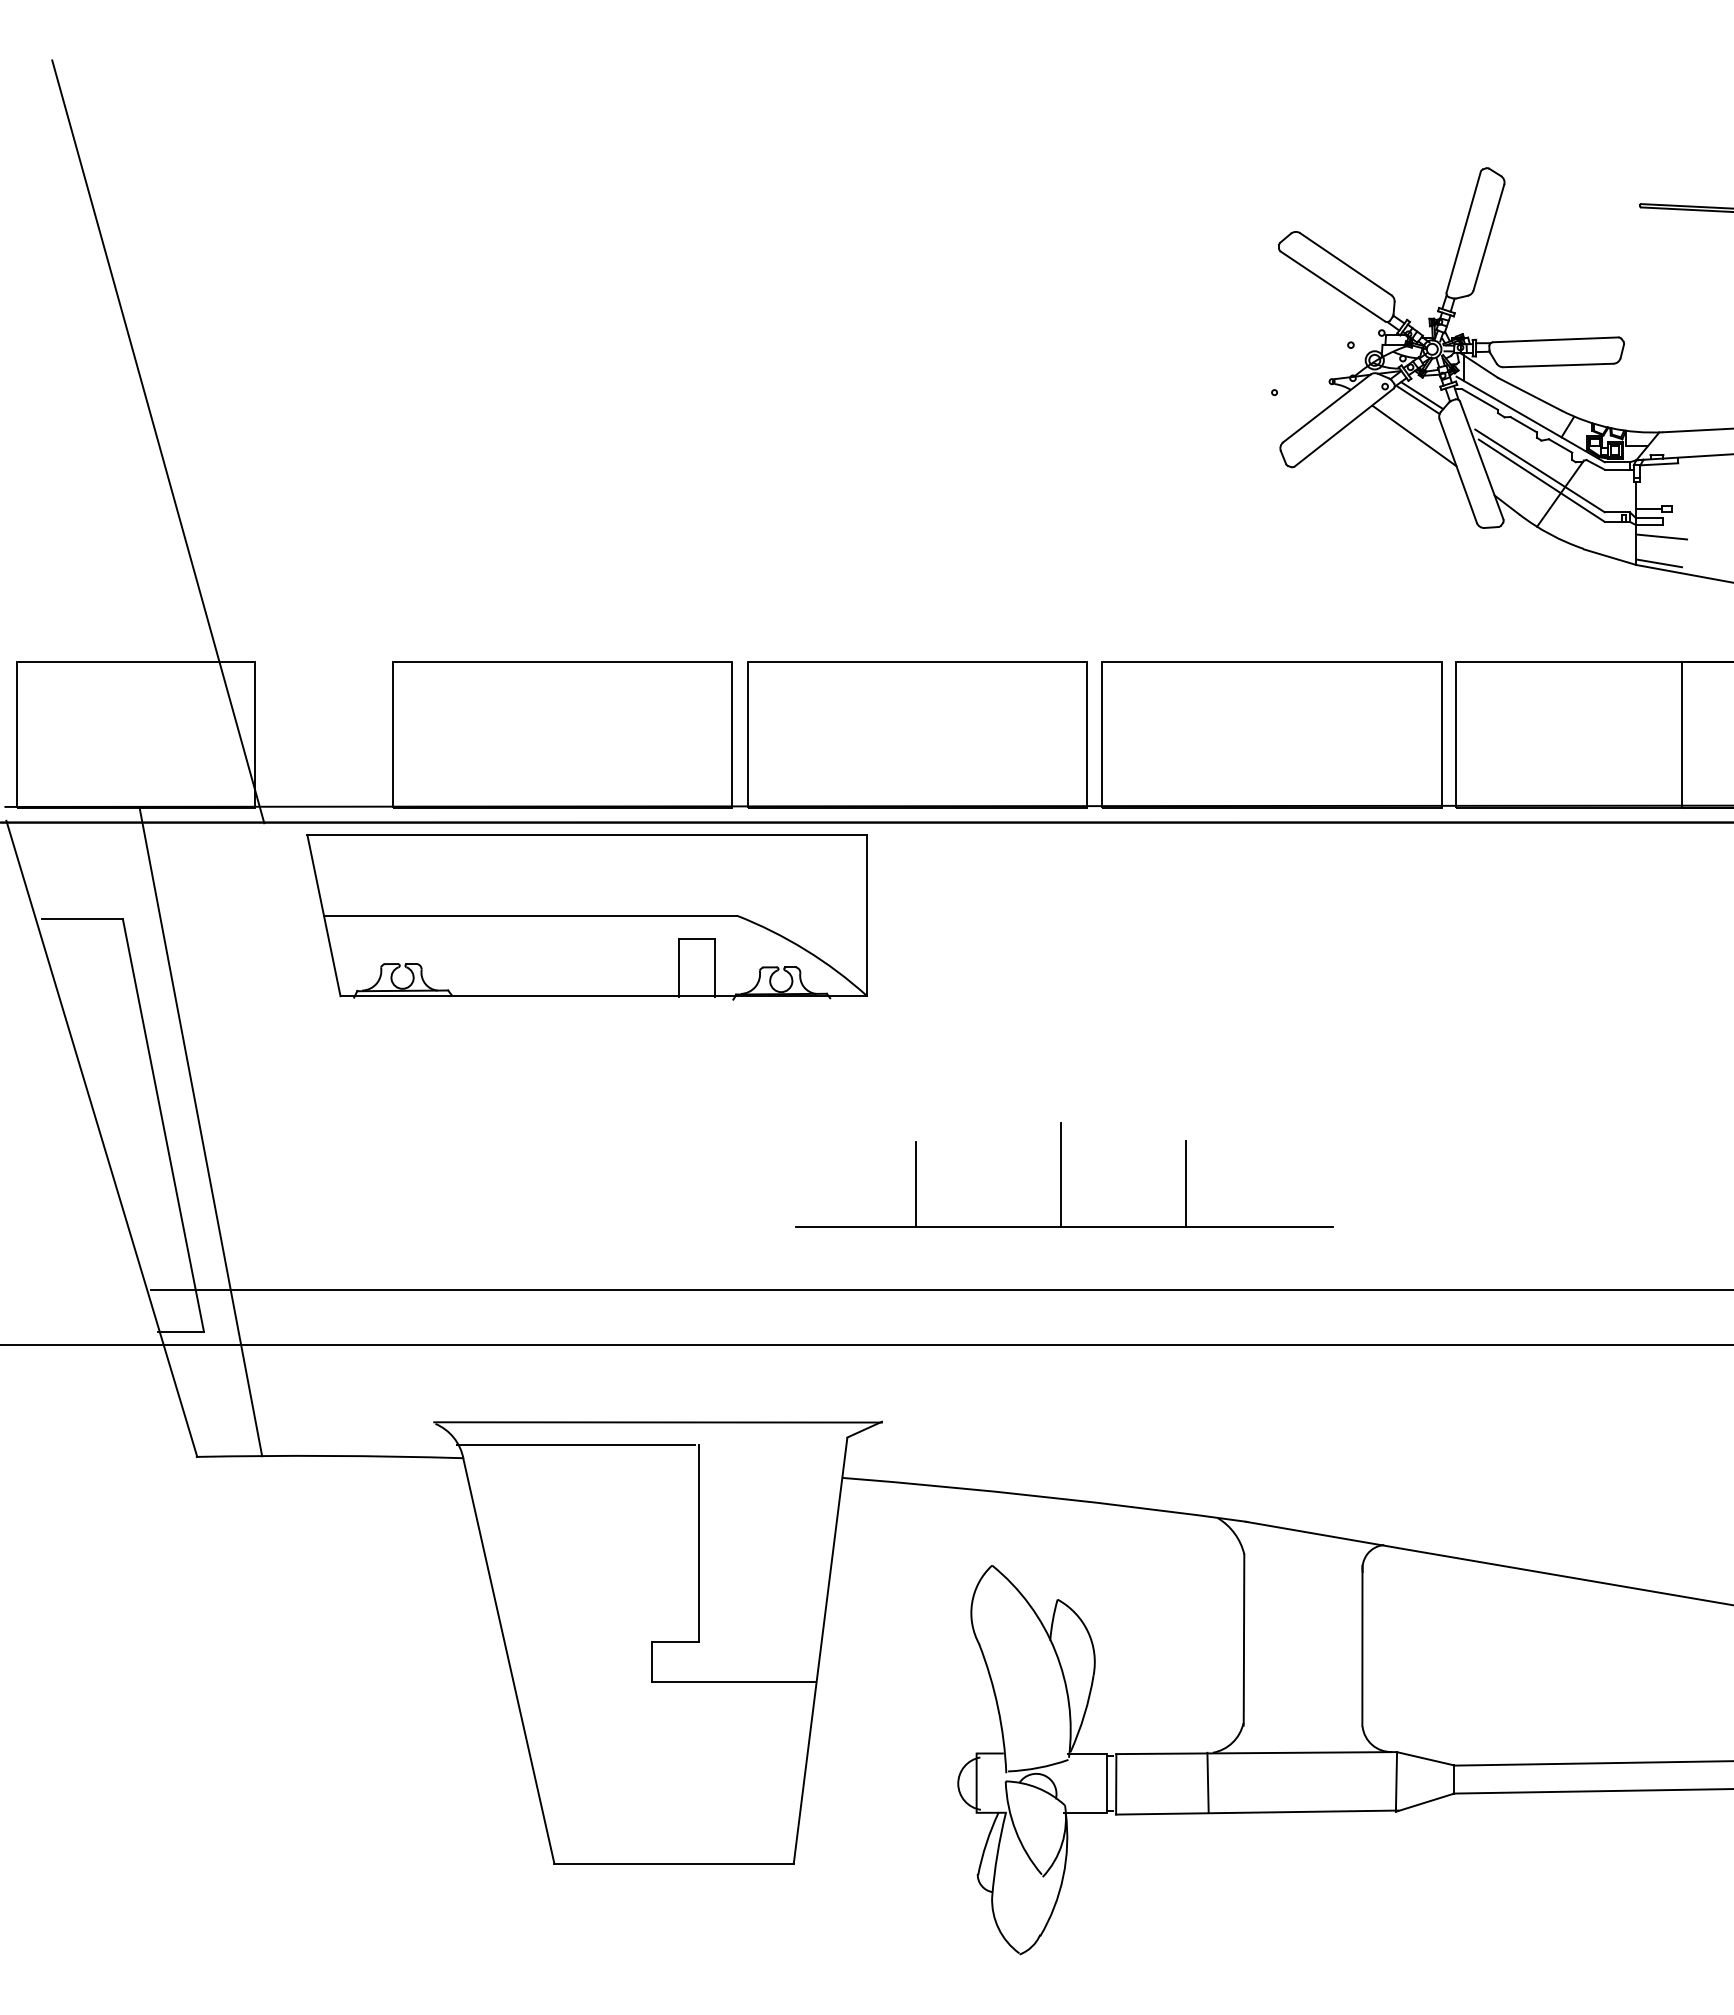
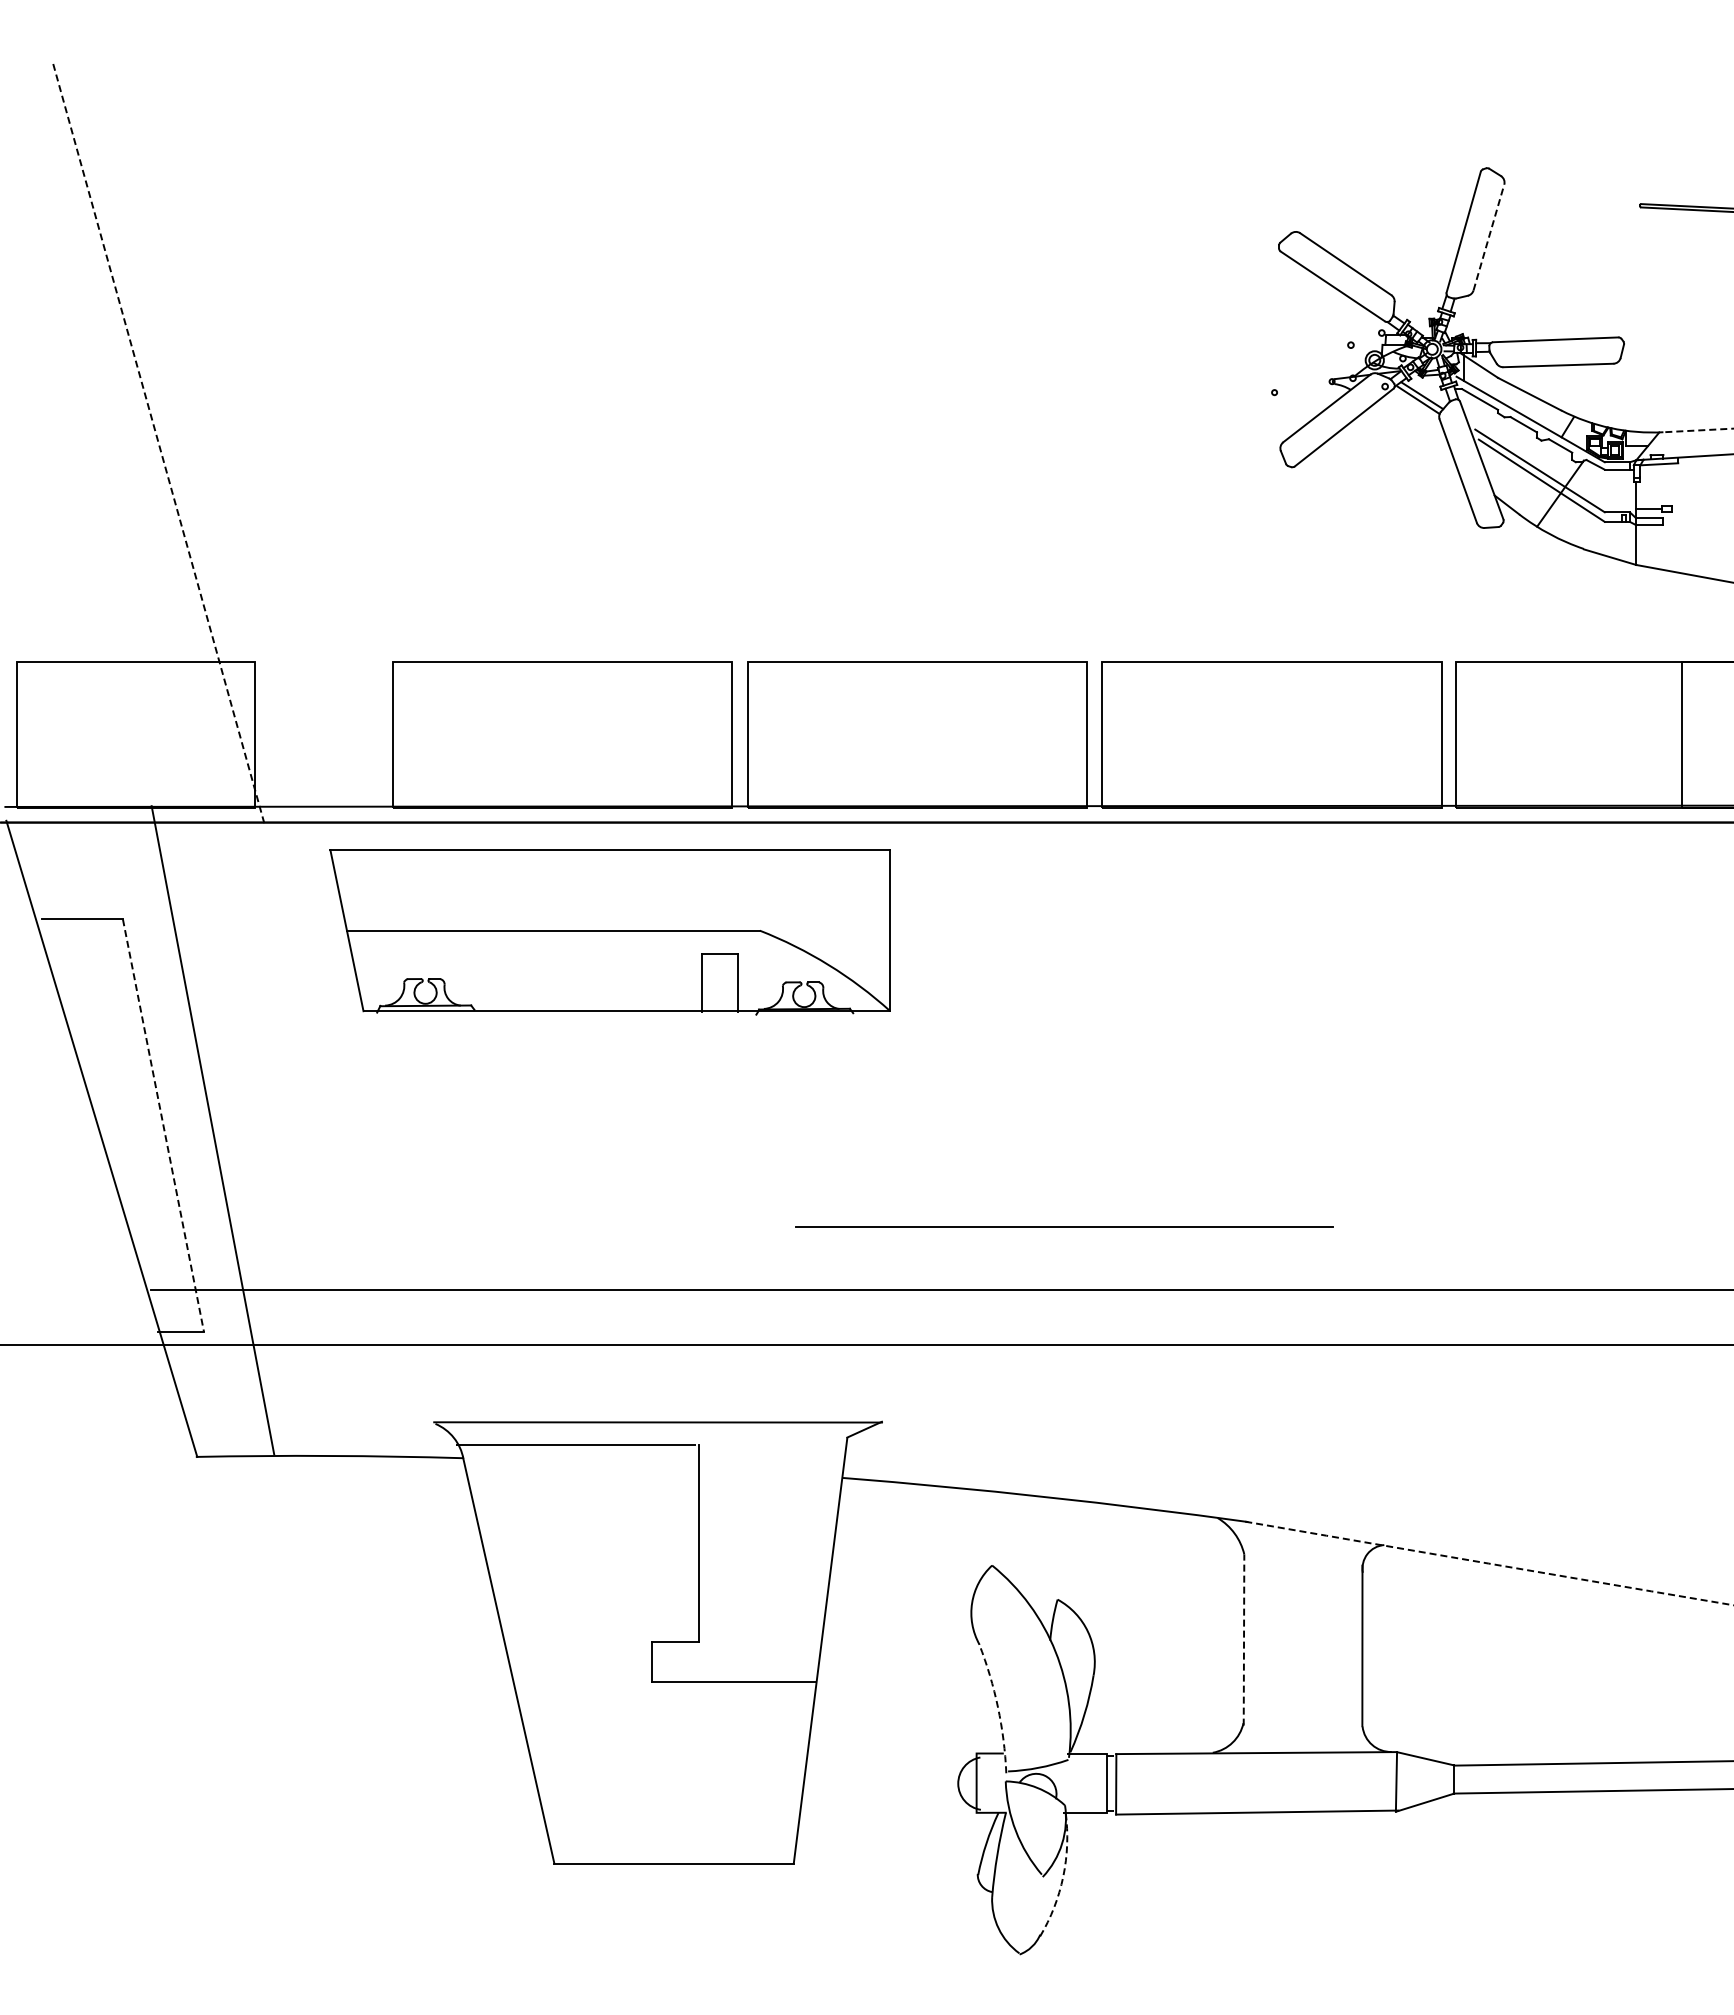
line at (1489, 237): solid -> dashed
line at (1698, 430): solid -> dashed
line at (1414, 436): present -> none
line at (158, 441): solid -> dashed
line at (1661, 536): present -> none
line at (1659, 563): present -> none
part at (586, 917) position: (586, 917) -> (609, 932)
line at (163, 1126): solid -> dashed
line at (200, 1132) position: (200, 1132) -> (212, 1130)
line at (1061, 1174): present -> none
line at (1186, 1183): present -> none
line at (916, 1184): present -> none
arc at (1490, 1563): solid -> dashed
line at (1244, 1640): solid -> dashed
arc at (998, 1707): solid -> dashed
line at (1207, 1782): present -> none
arc at (1063, 1876): solid -> dashed
